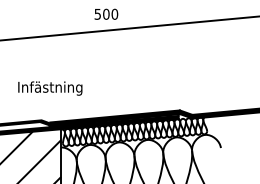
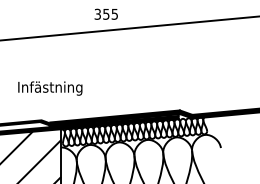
text at (106, 13): 500 -> 355
